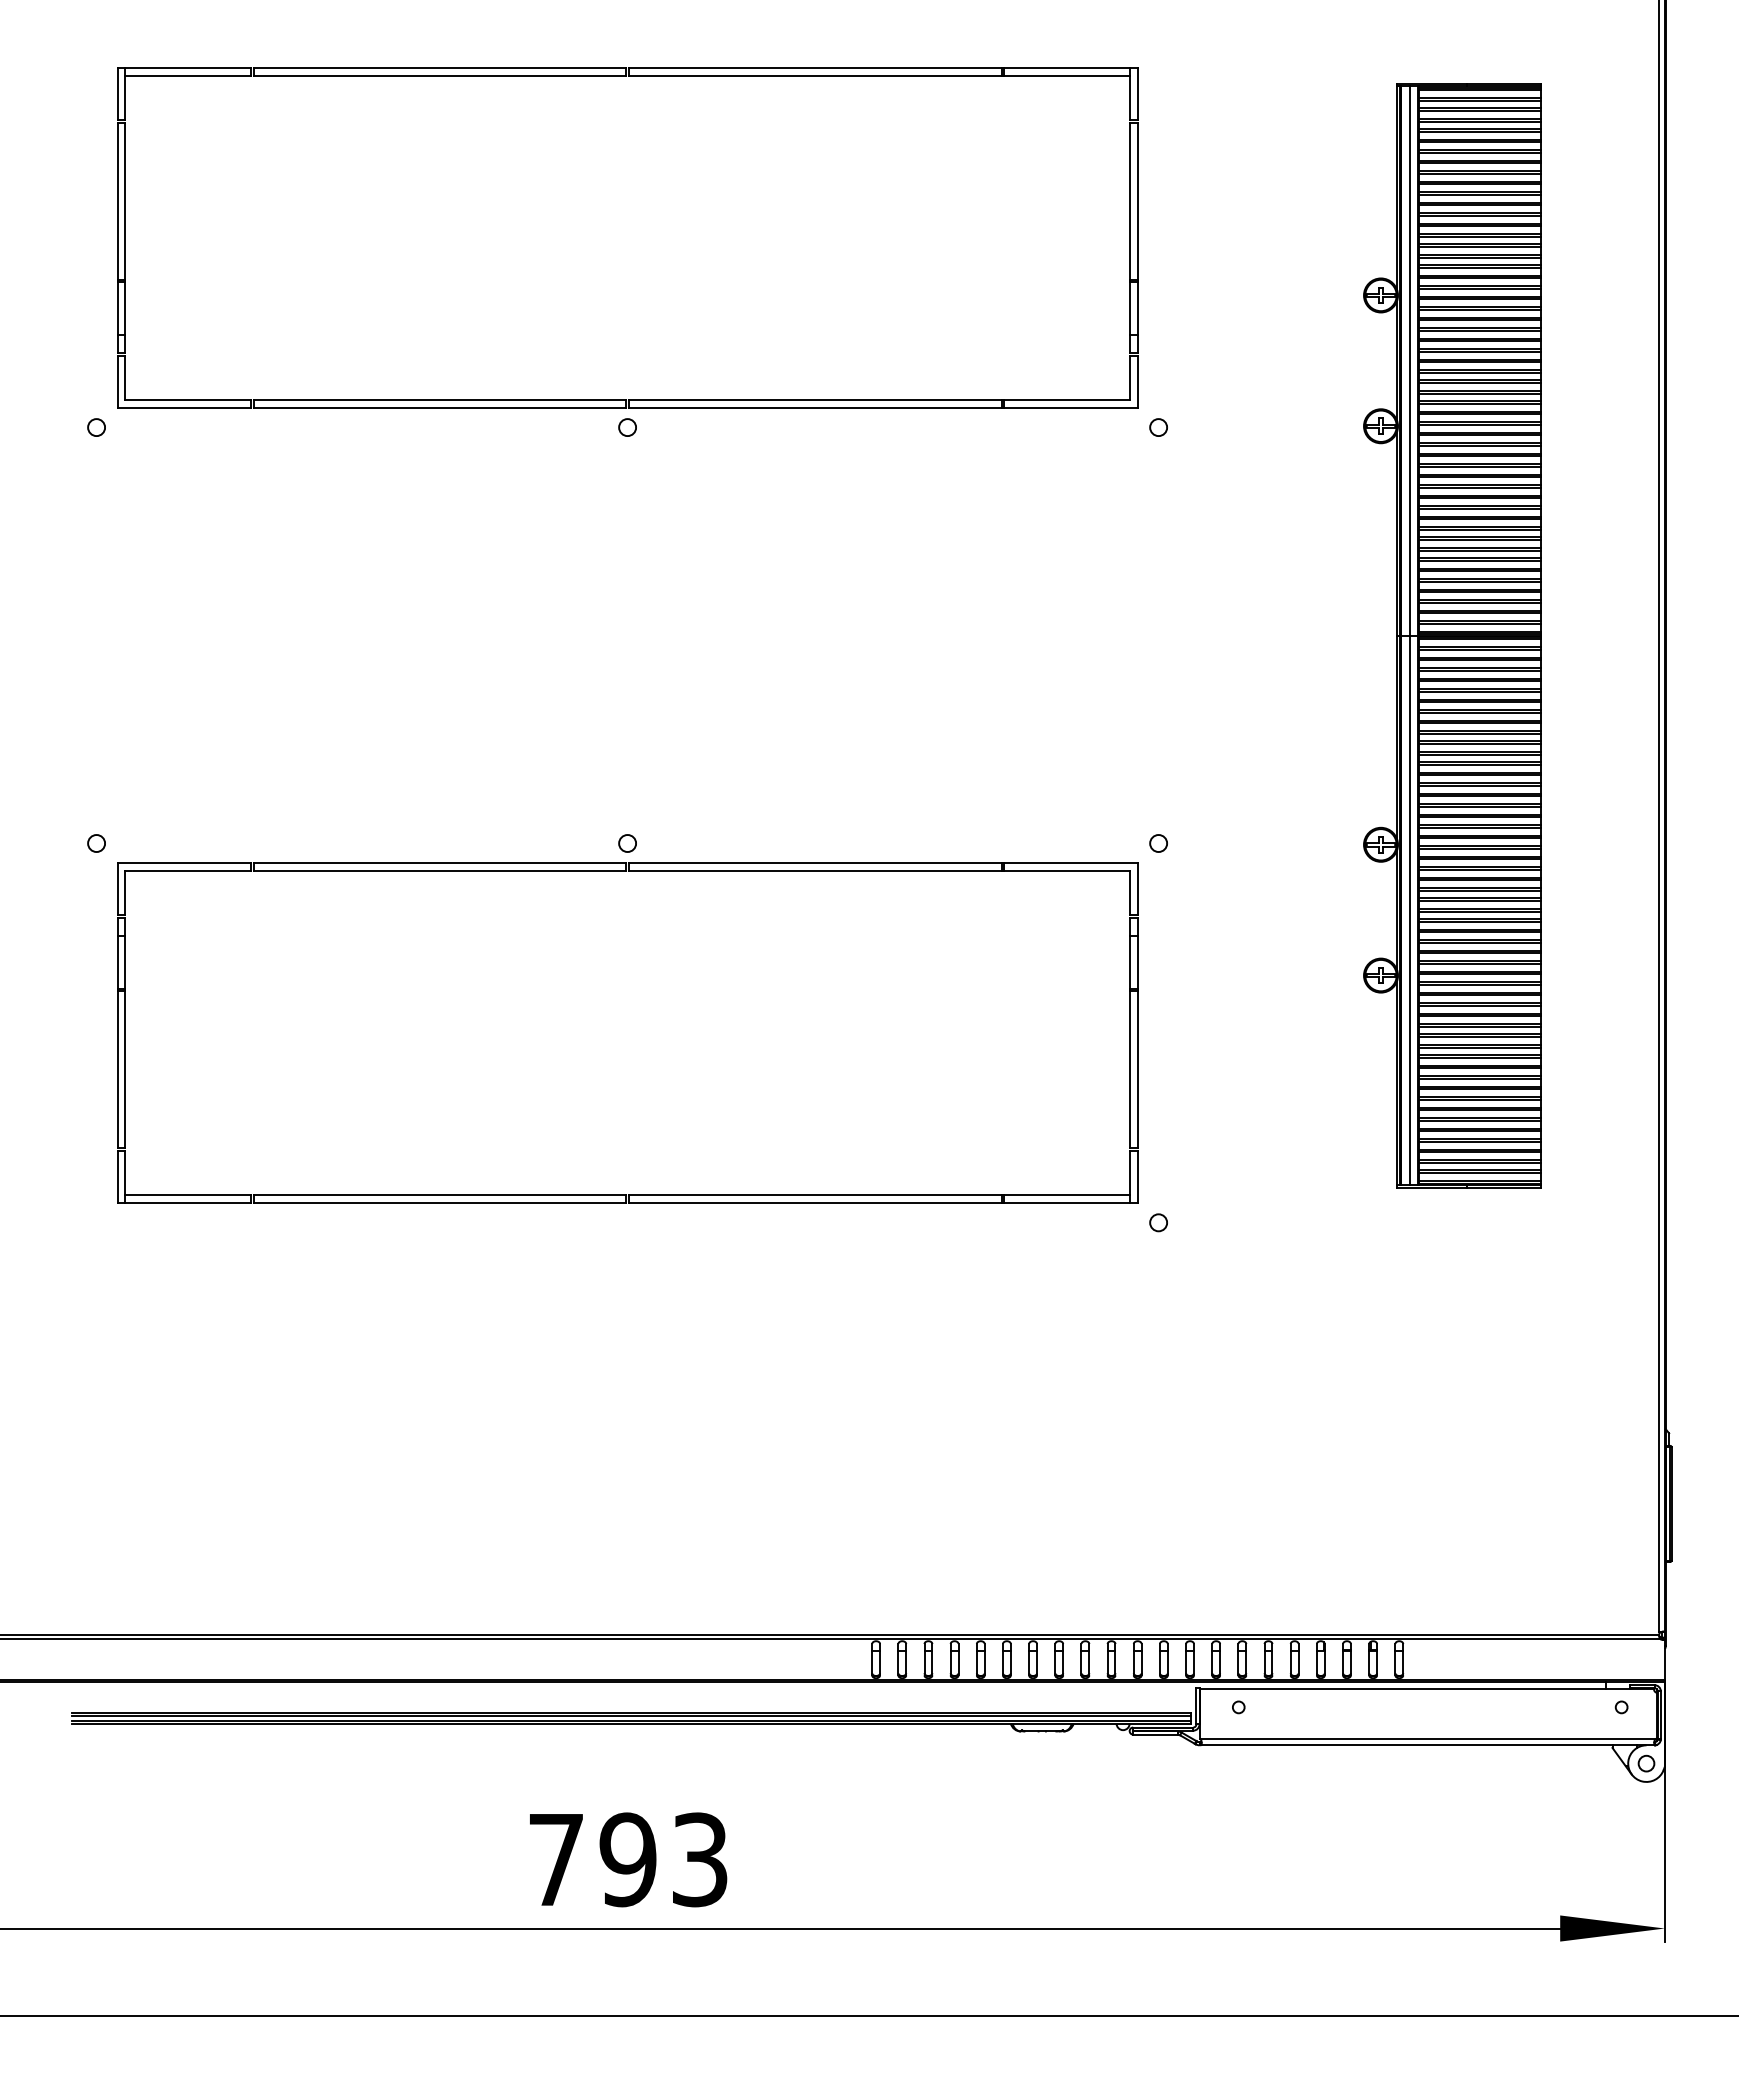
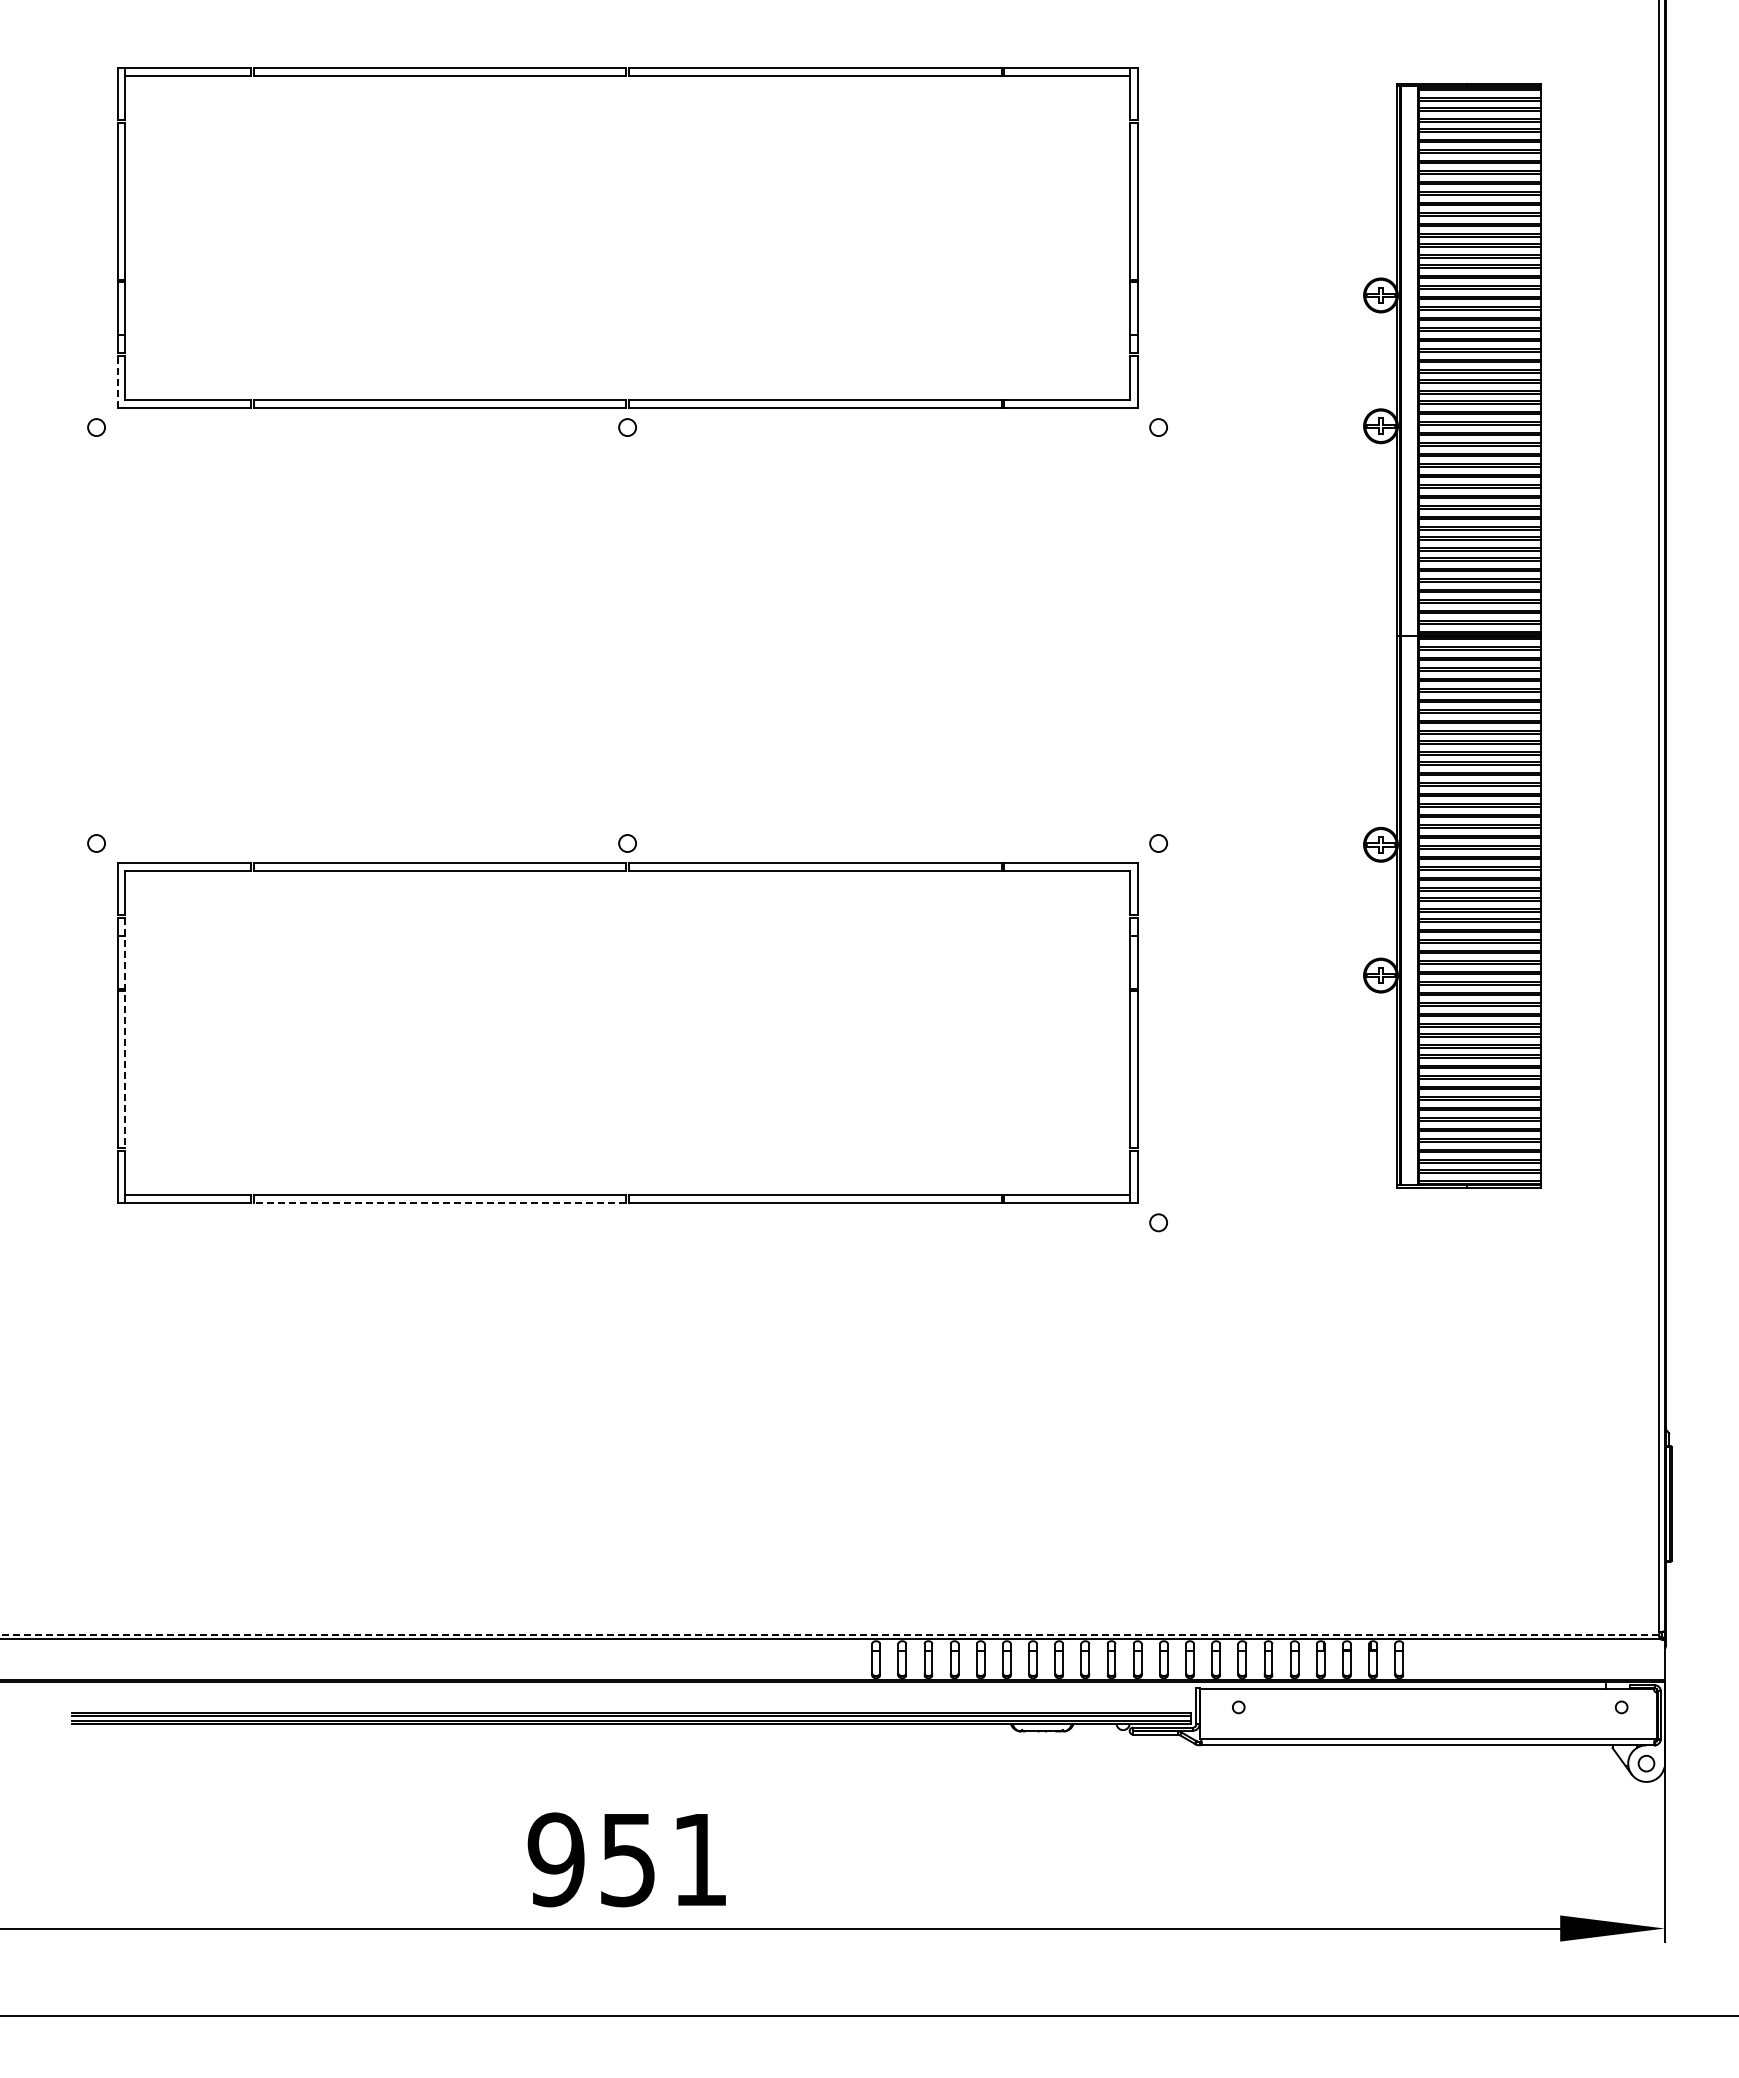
line at (117, 381): solid -> dashed
line at (1409, 635): present -> none
line at (125, 1033): solid -> dashed
line at (439, 1203): solid -> dashed
line at (829, 1634): solid -> dashed
text at (627, 1859): 793 -> 951
